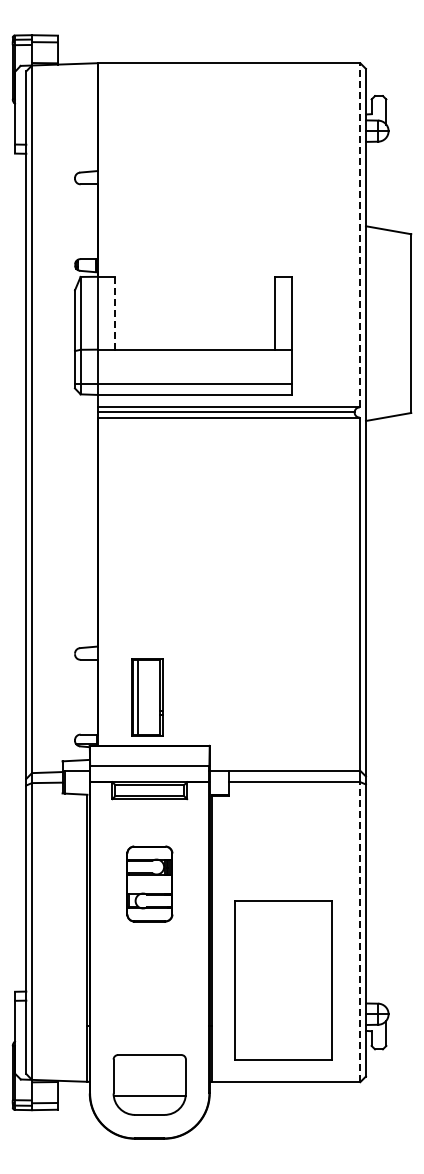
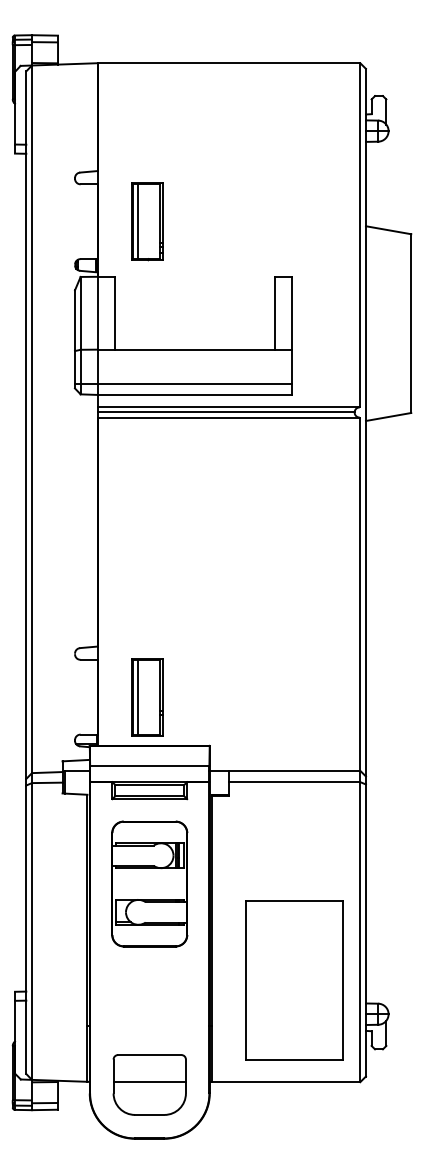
part at (147, 221): none -> present
line at (360, 234): dashed -> solid
line at (114, 313): dashed -> solid
part at (149, 883) size: 48x78 px -> 78x128 px
line at (360, 931): dashed -> solid
part at (283, 980) position: (283, 980) -> (294, 980)
line at (149, 1096) position: (149, 1096) -> (149, 1082)
